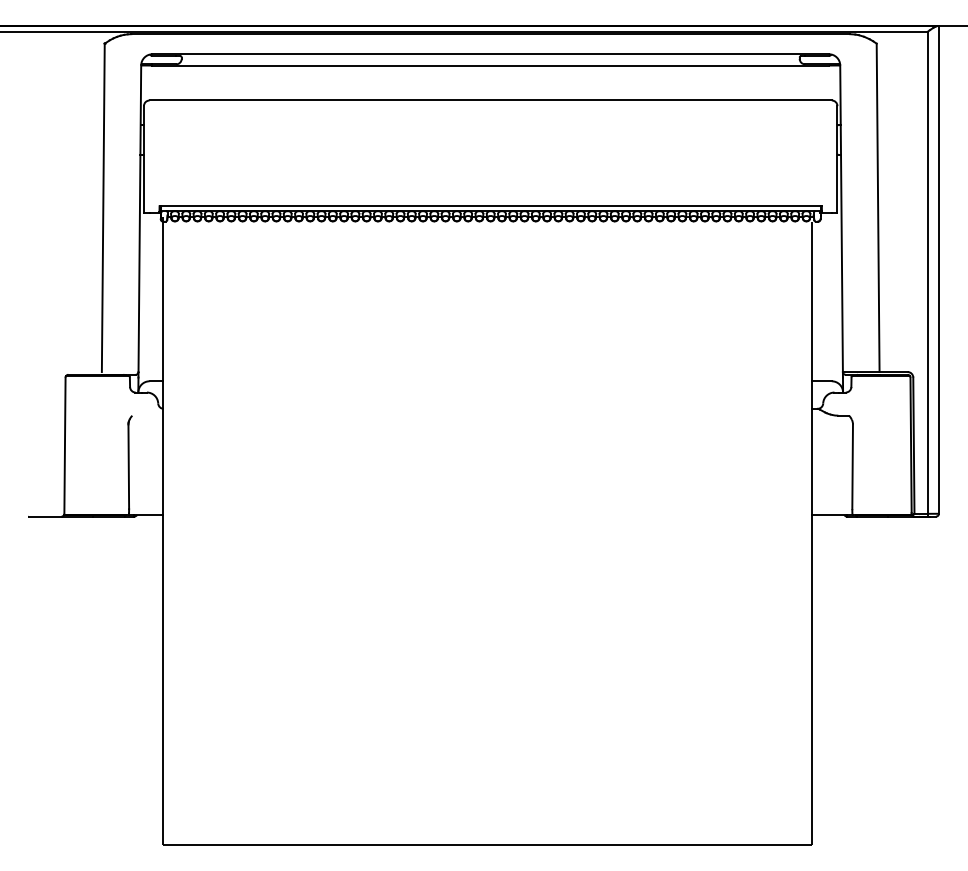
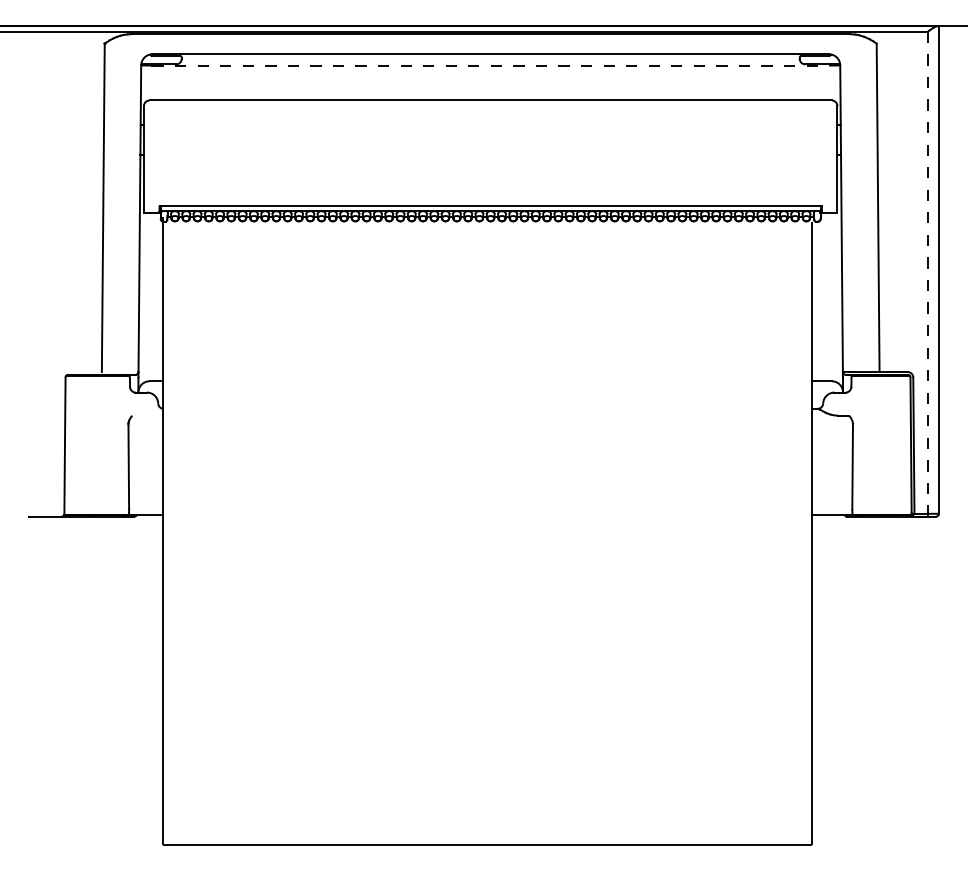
line at (491, 65): solid -> dashed
line at (927, 273): solid -> dashed
